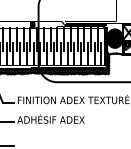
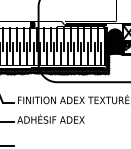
fill at (114, 46): none -> present
